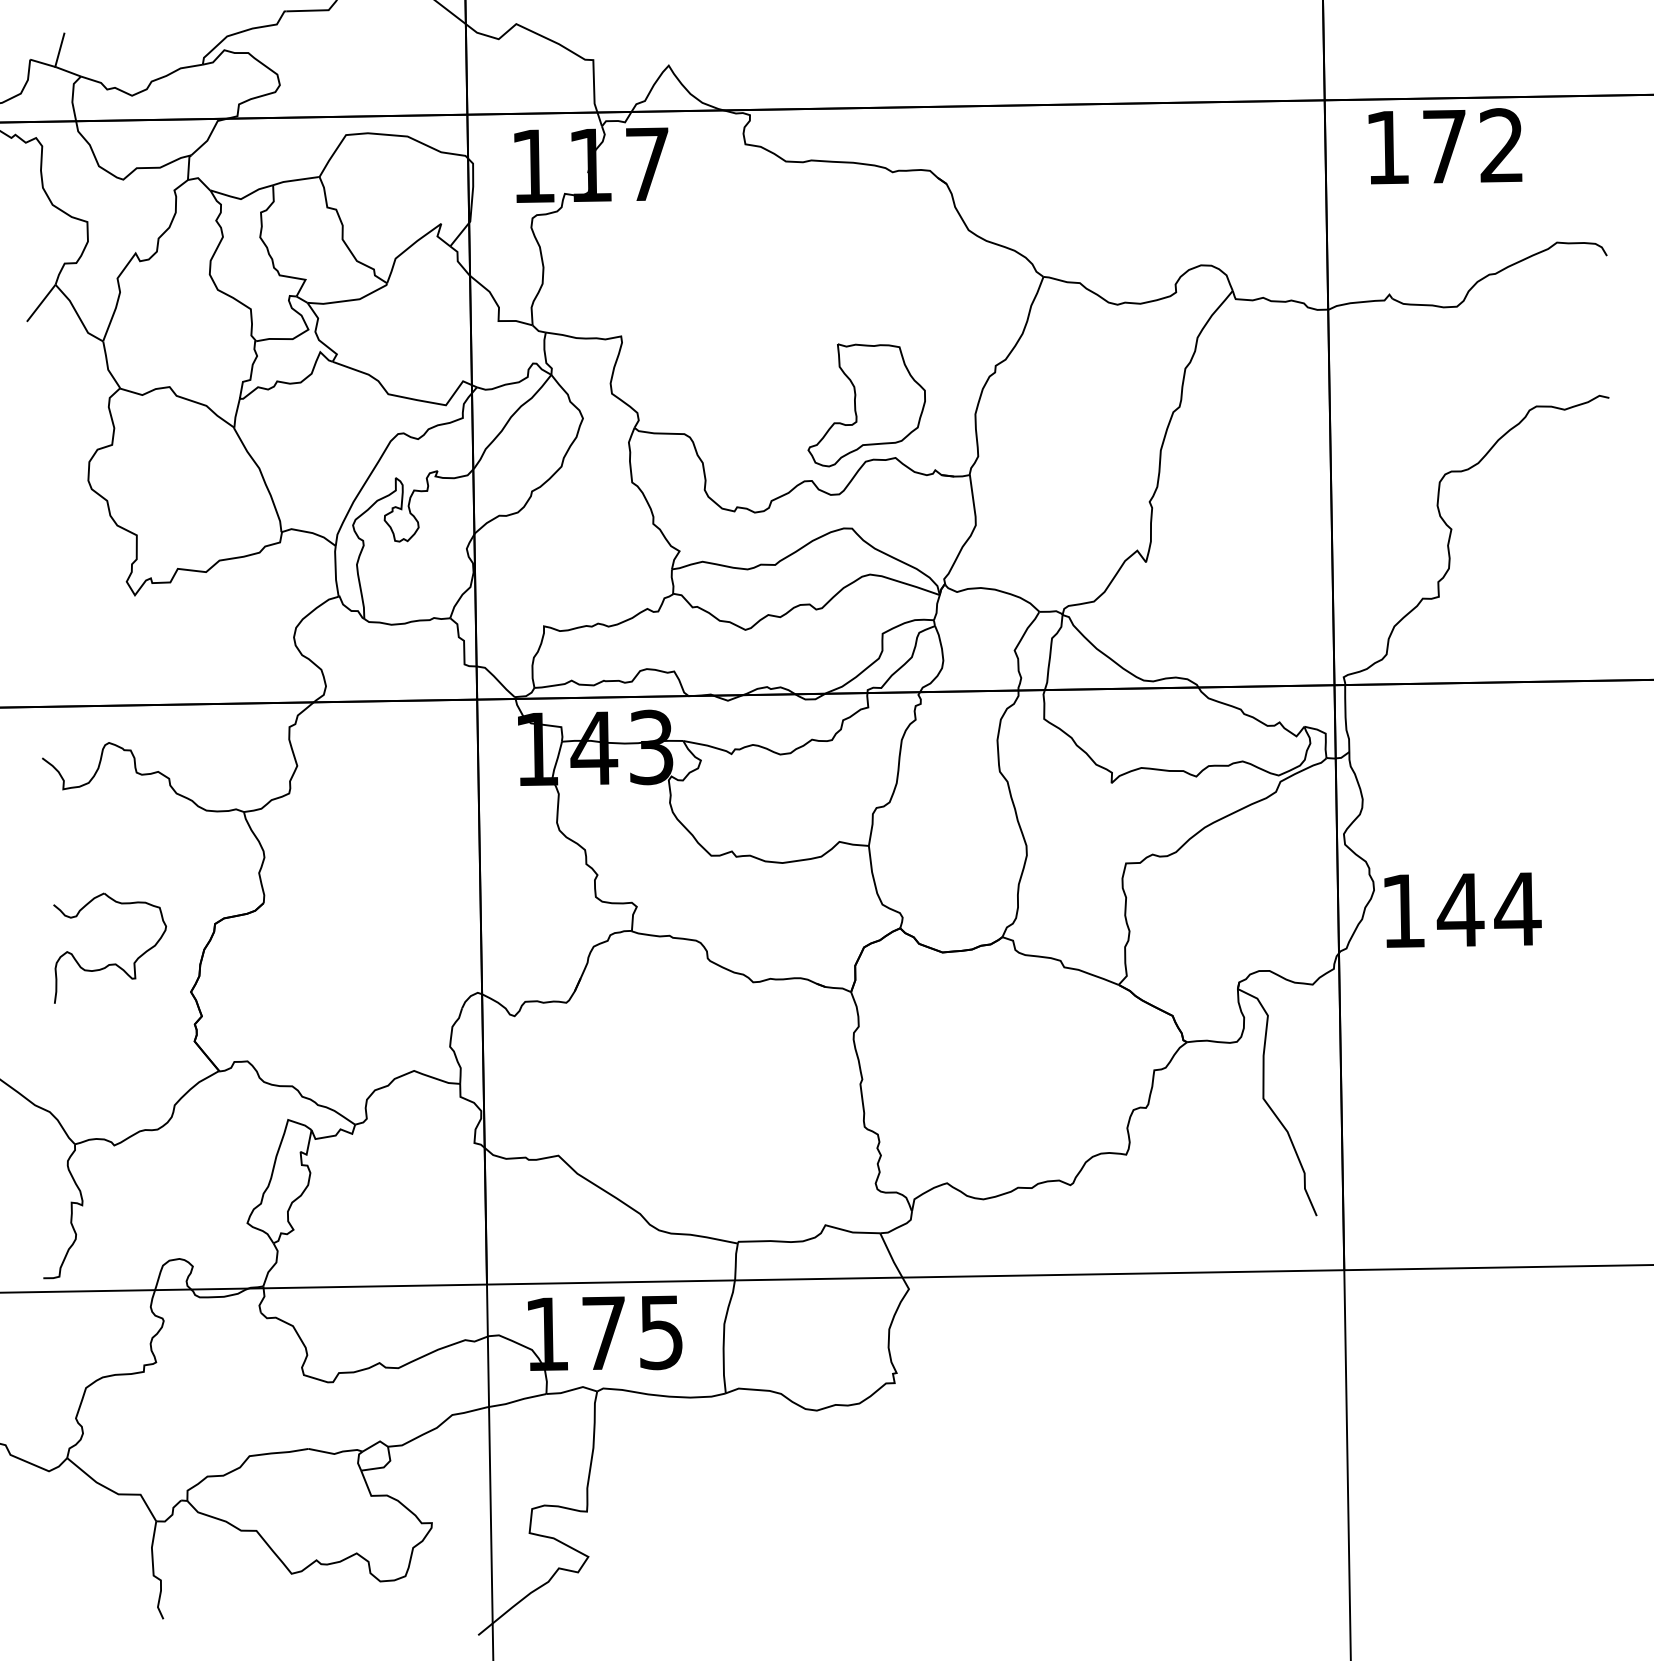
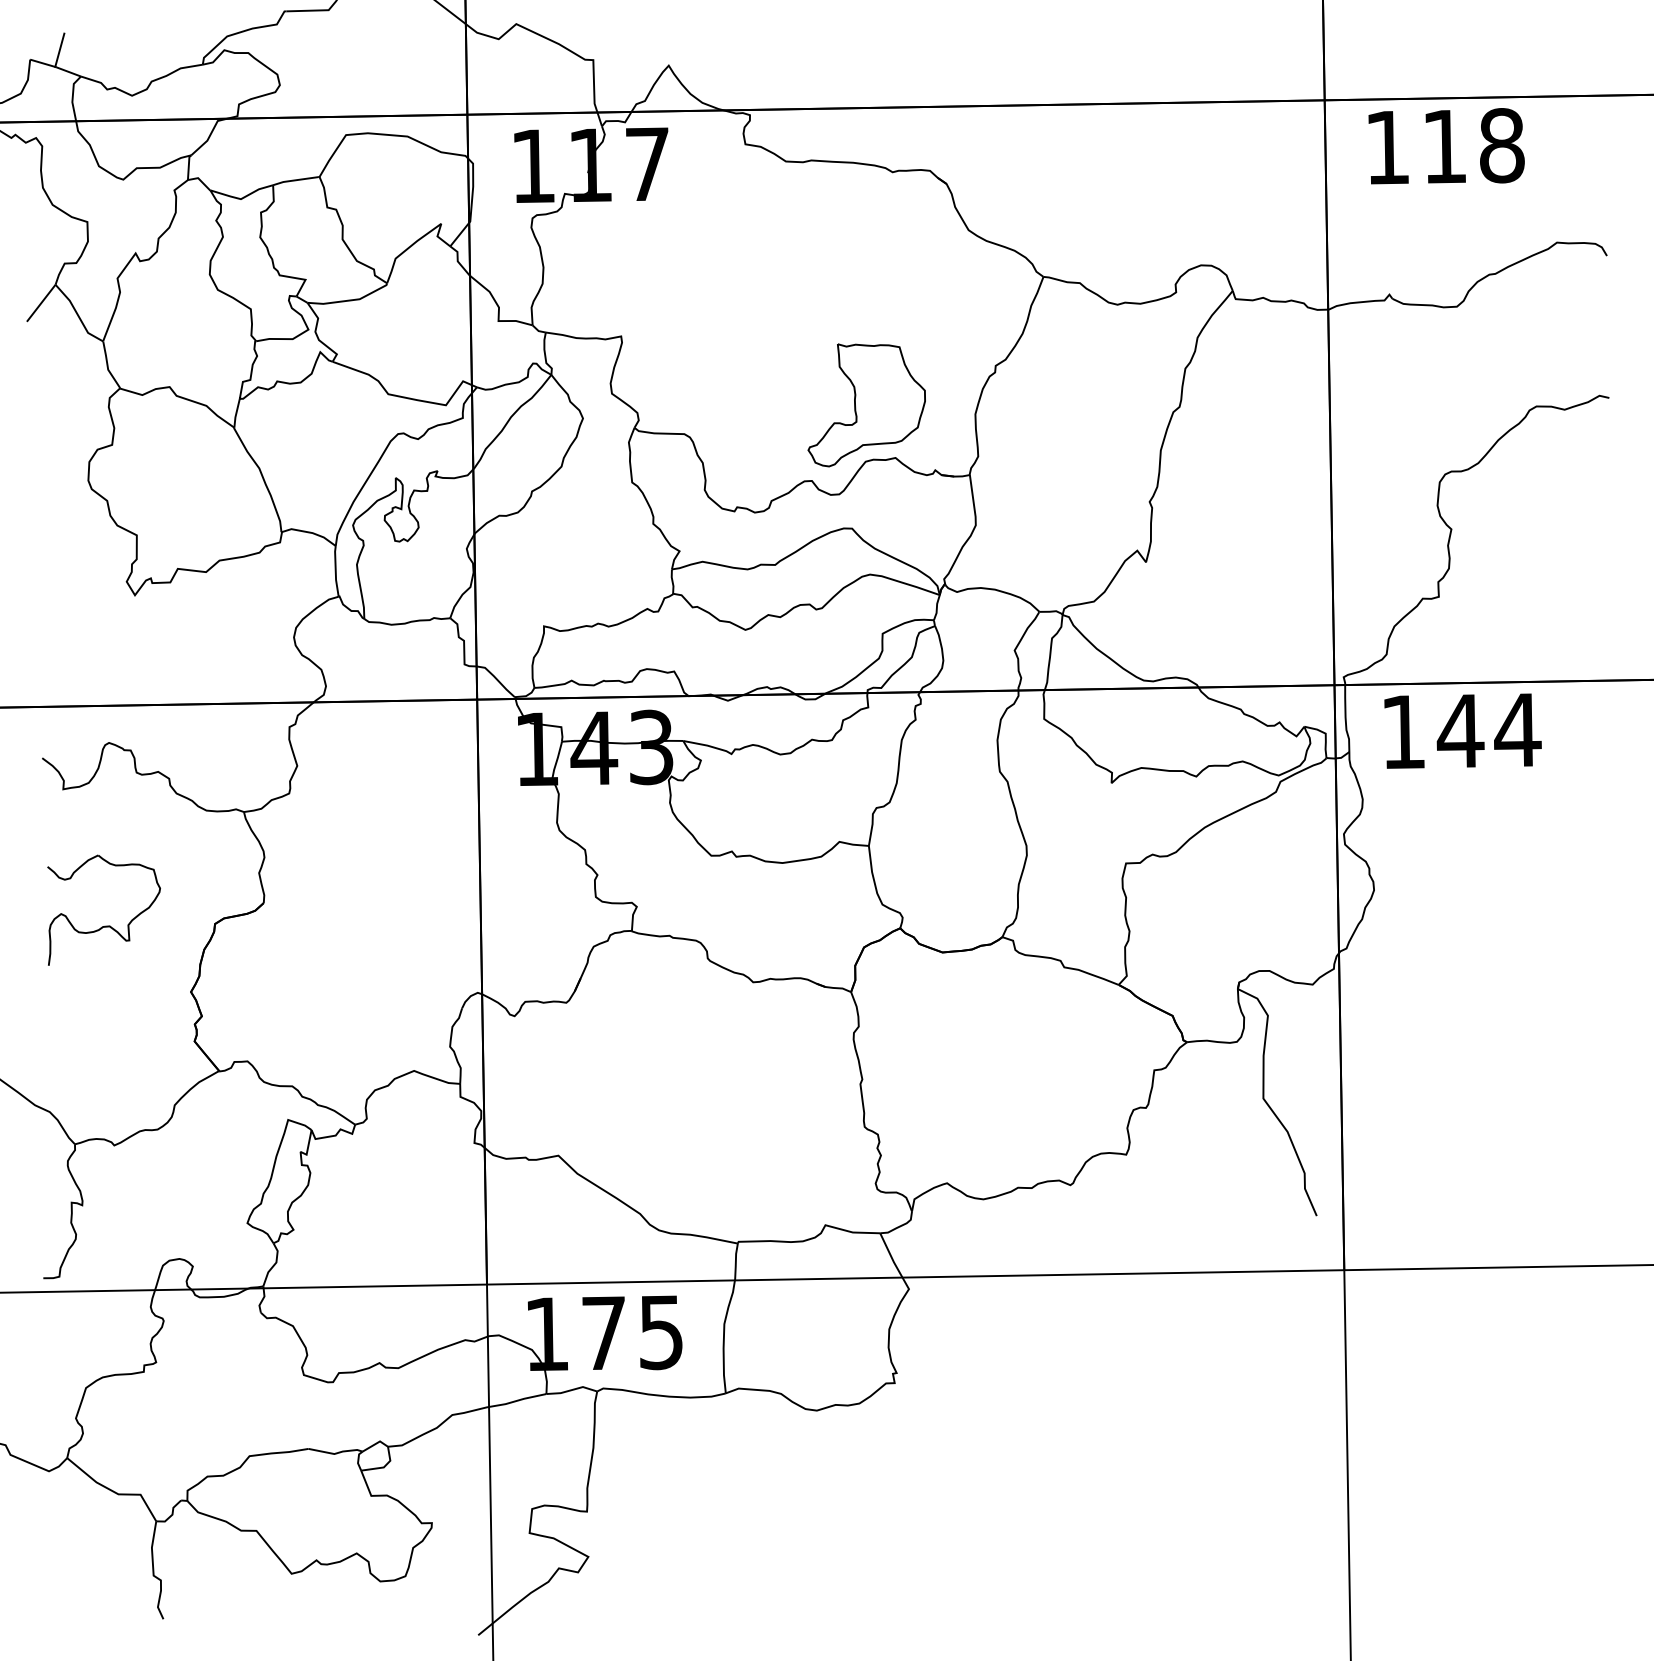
text at (1473, 145): 172 -> 118
text at (1462, 909) position: (1462, 909) -> (1462, 730)
part at (110, 963) position: (110, 963) -> (104, 925)
